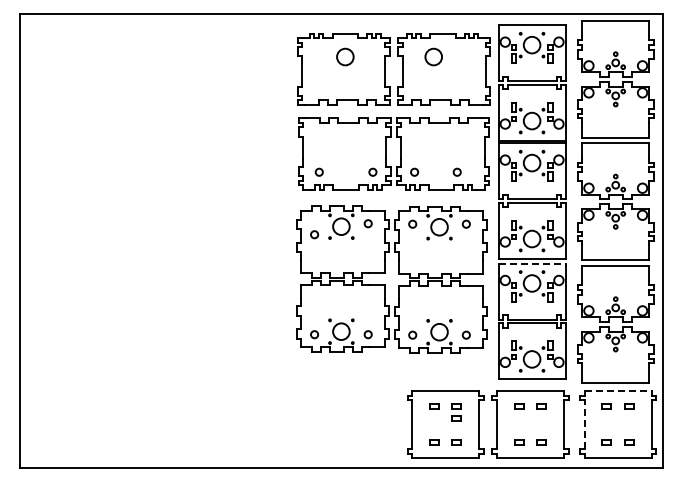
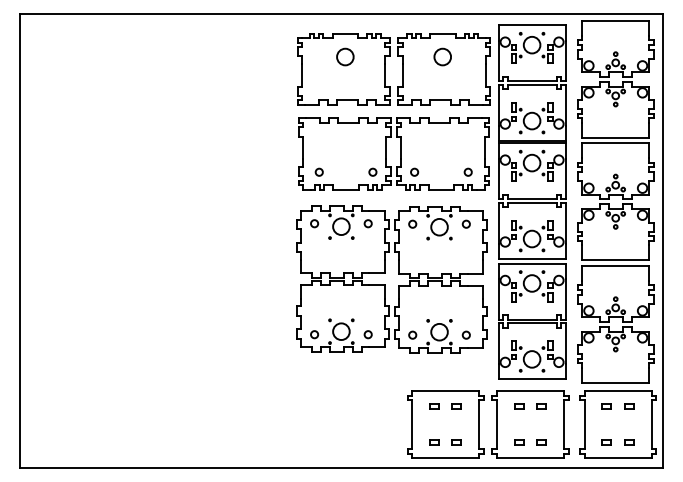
circle at (433, 56) position: (433, 56) -> (442, 56)
circle at (456, 171) position: (456, 171) -> (467, 171)
circle at (314, 234) position: (314, 234) -> (314, 223)
line at (532, 263): dashed -> solid
line at (618, 390): dashed -> solid
part at (456, 418): present -> none
line at (584, 424): dashed -> solid
